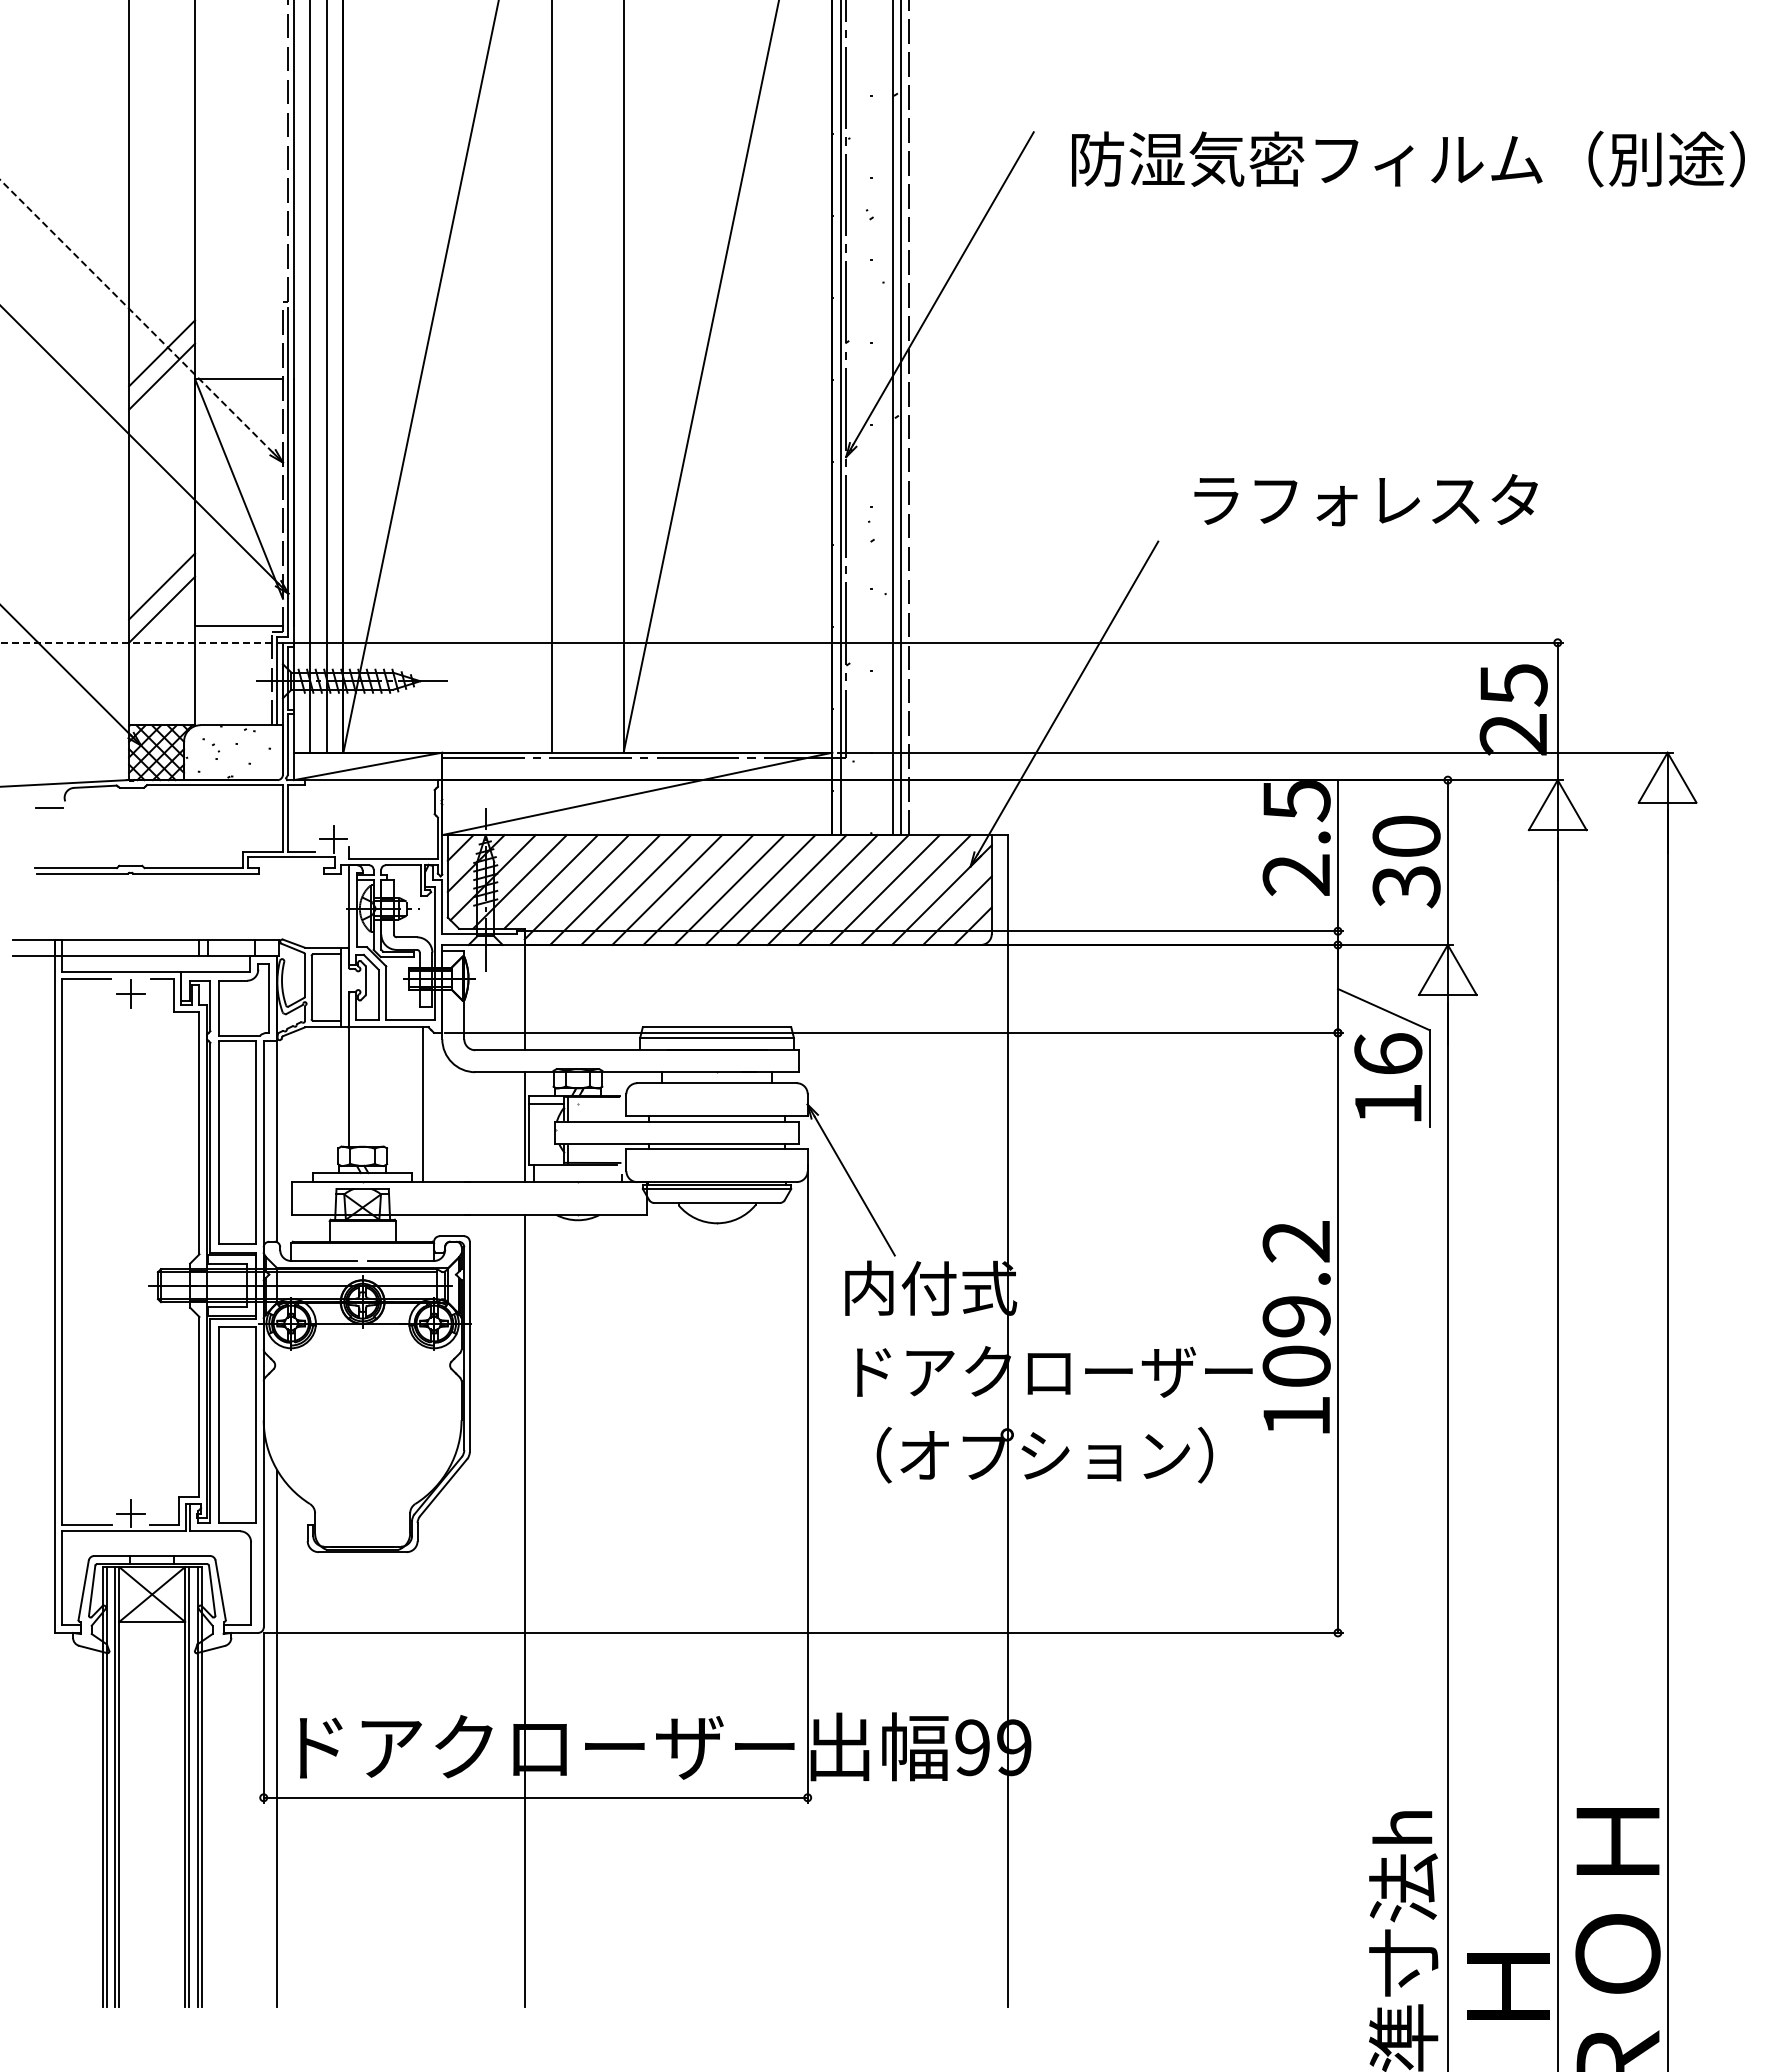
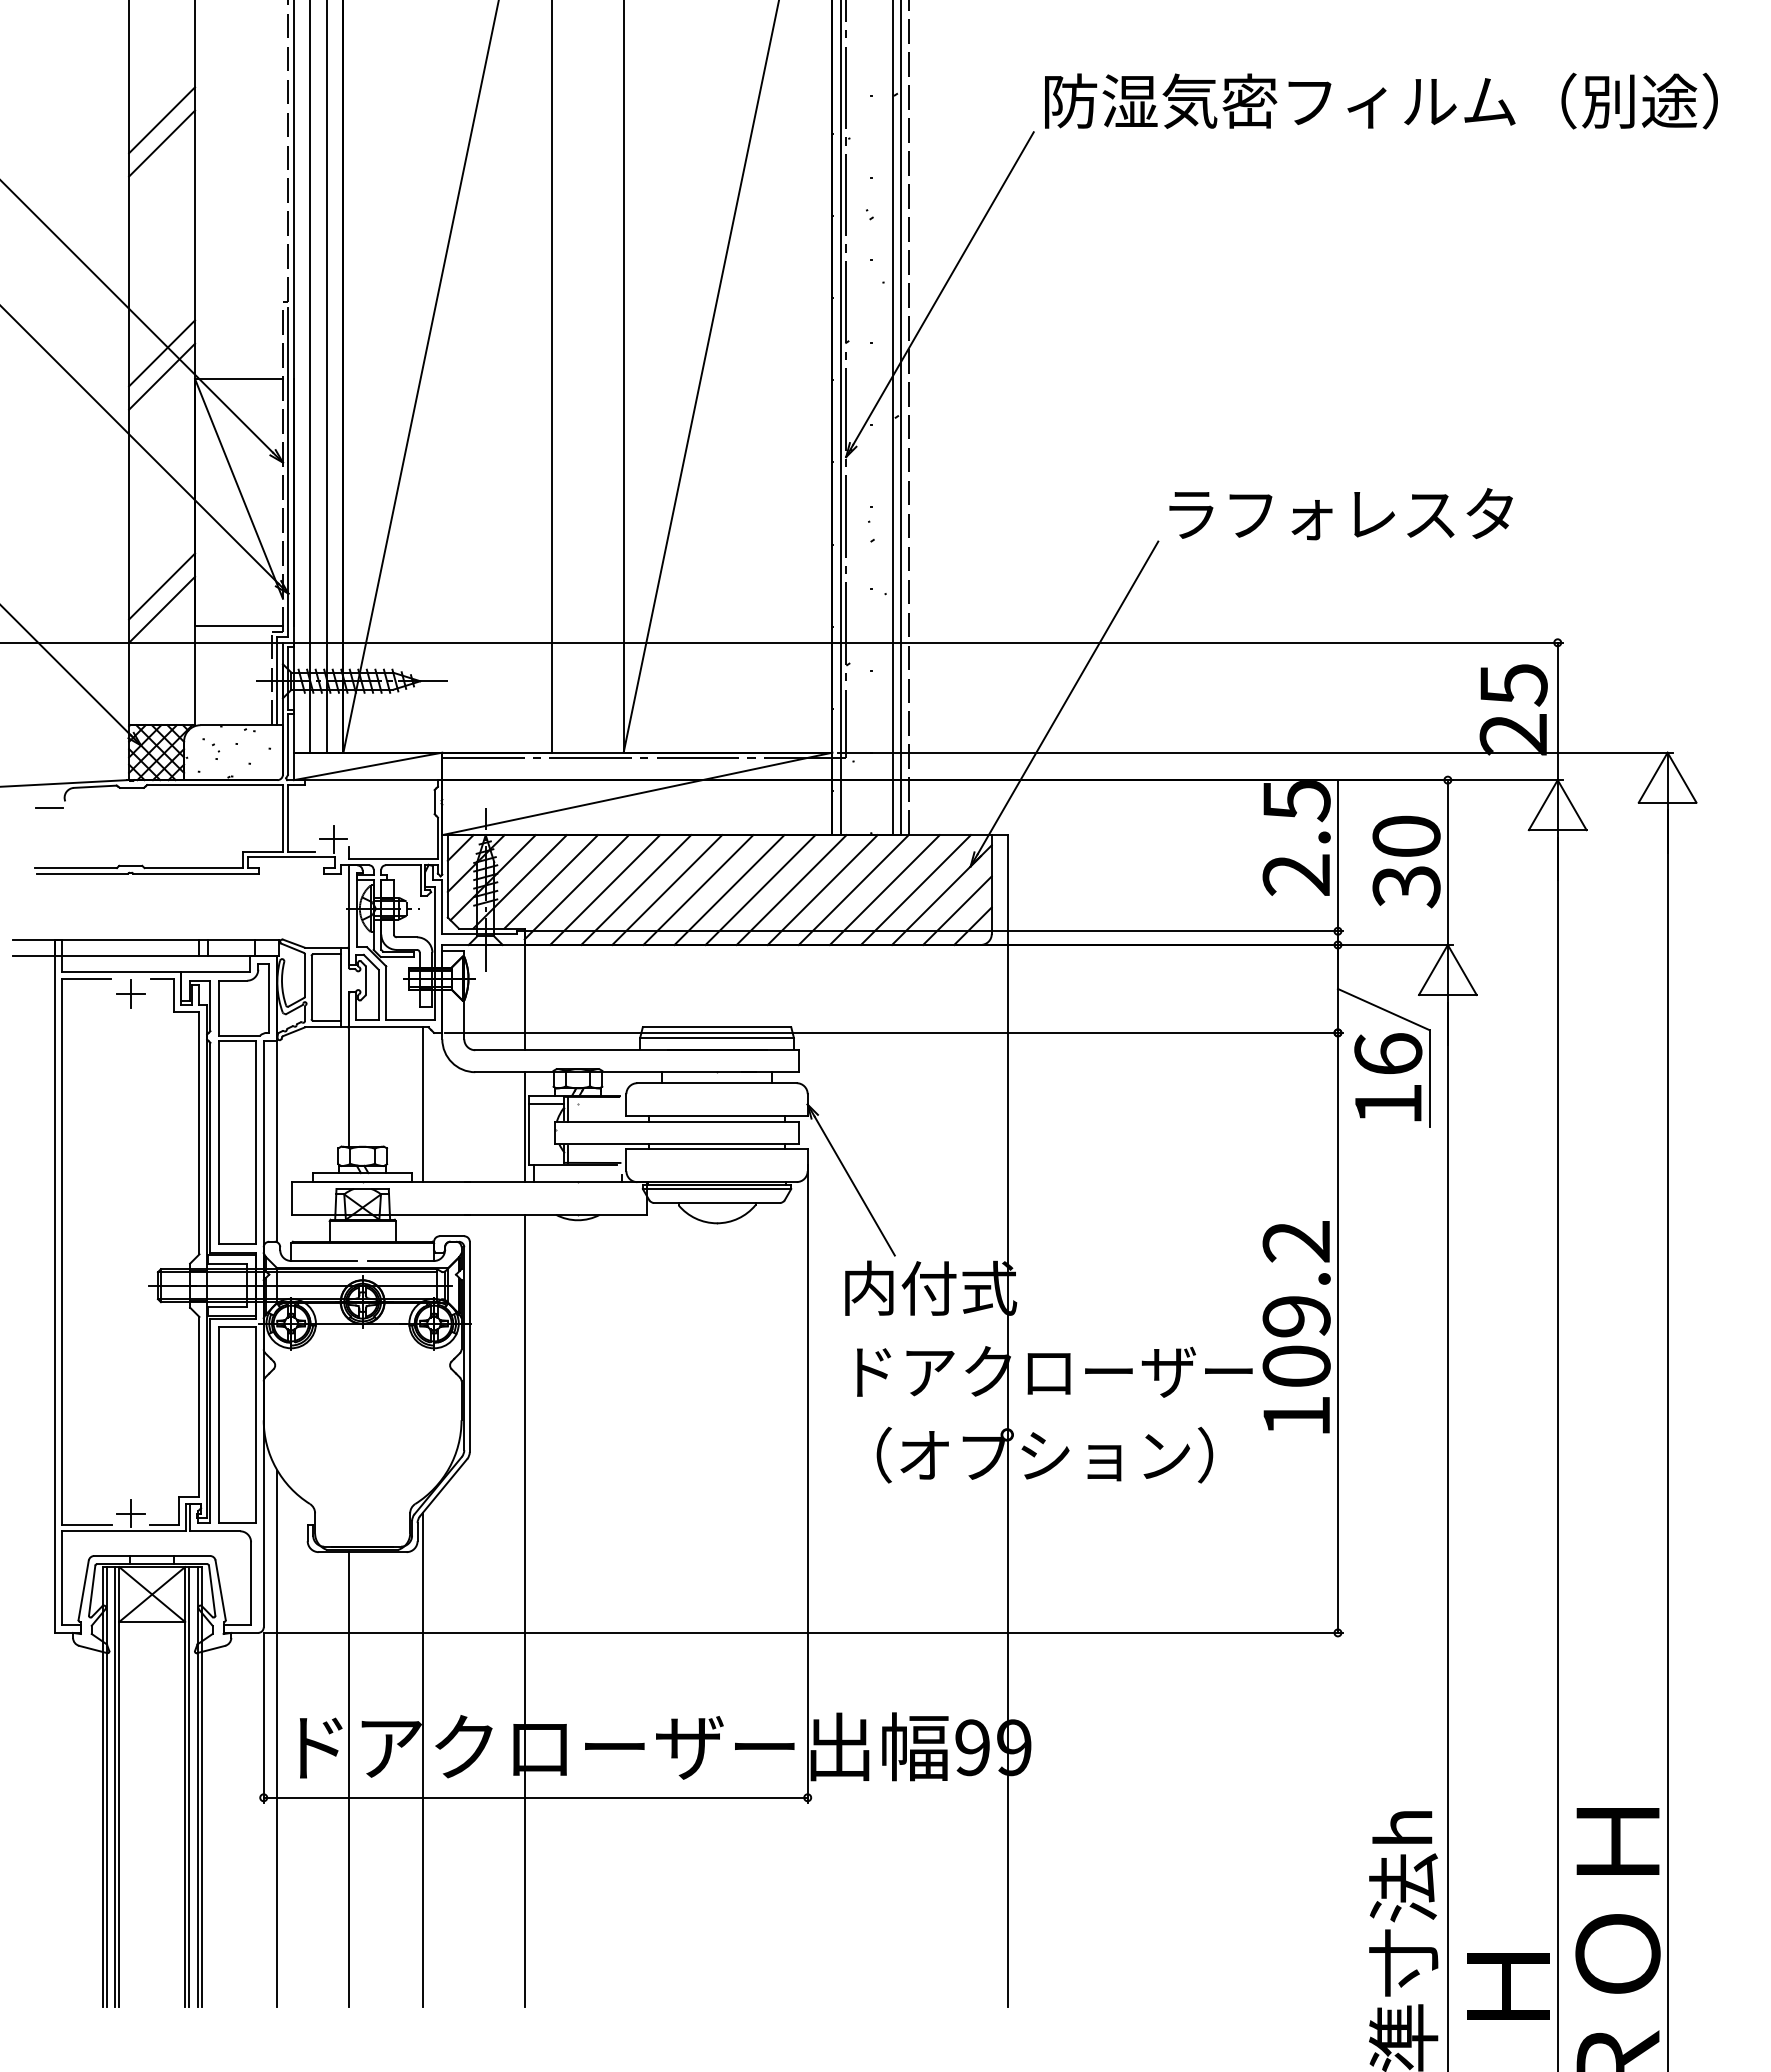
line at (162, 120): none -> present
line at (162, 143): none -> present
text at (1408, 158) position: (1408, 158) -> (1381, 100)
line at (136, 316): dashed -> solid
text at (1365, 500) position: (1365, 500) -> (1340, 514)
line at (141, 642): dashed -> solid
line at (423, 1759): none -> present
line at (348, 1779): none -> present
